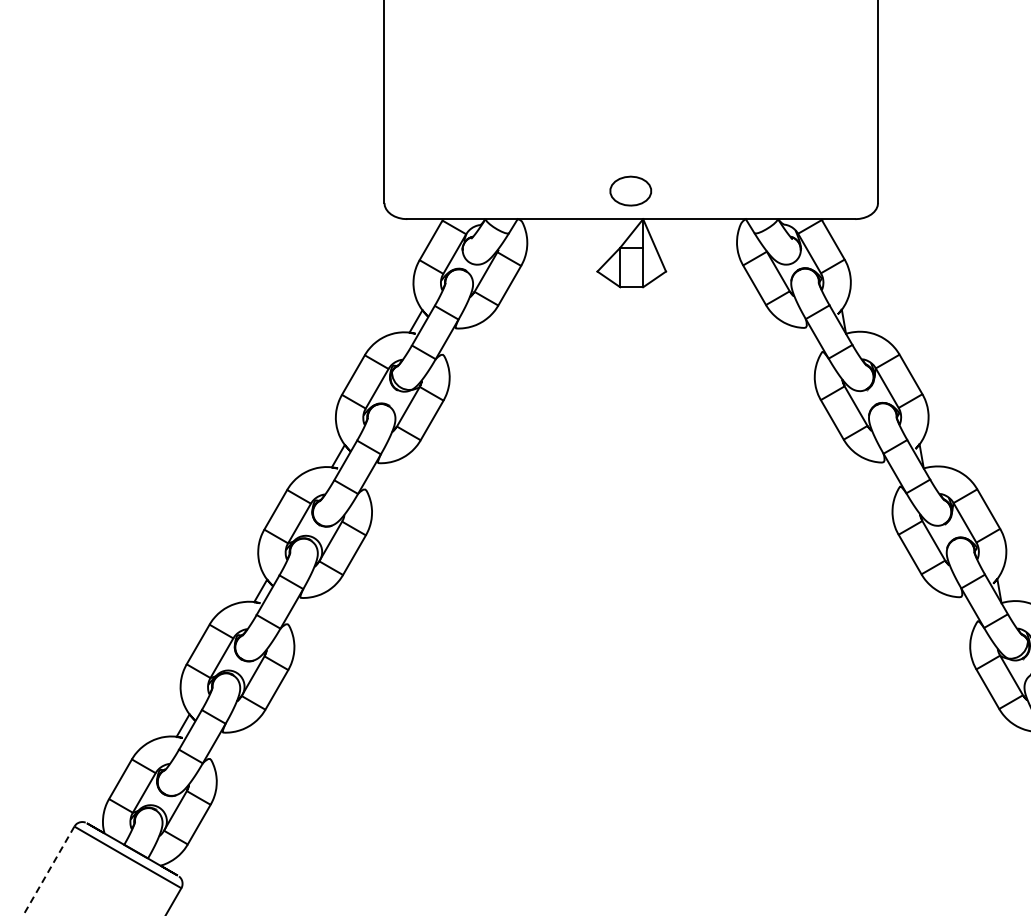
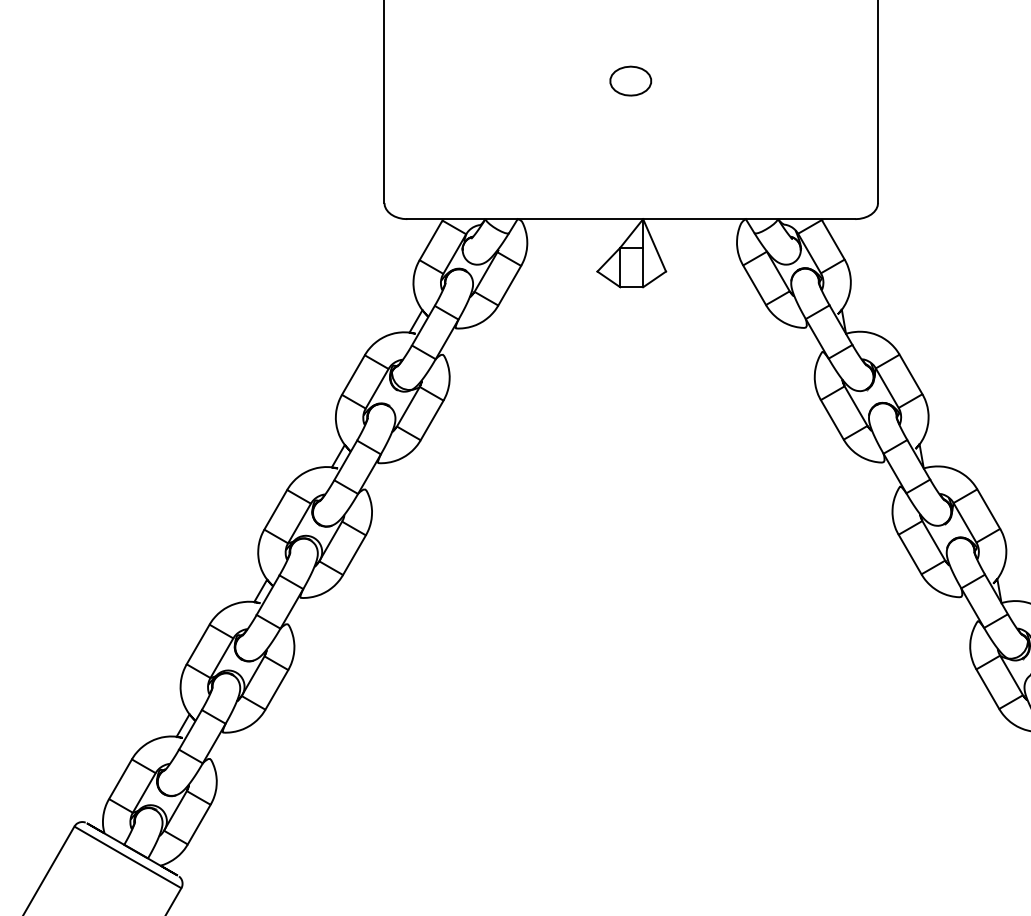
part at (630, 190) position: (630, 190) -> (630, 80)
line at (48, 871): dashed -> solid
